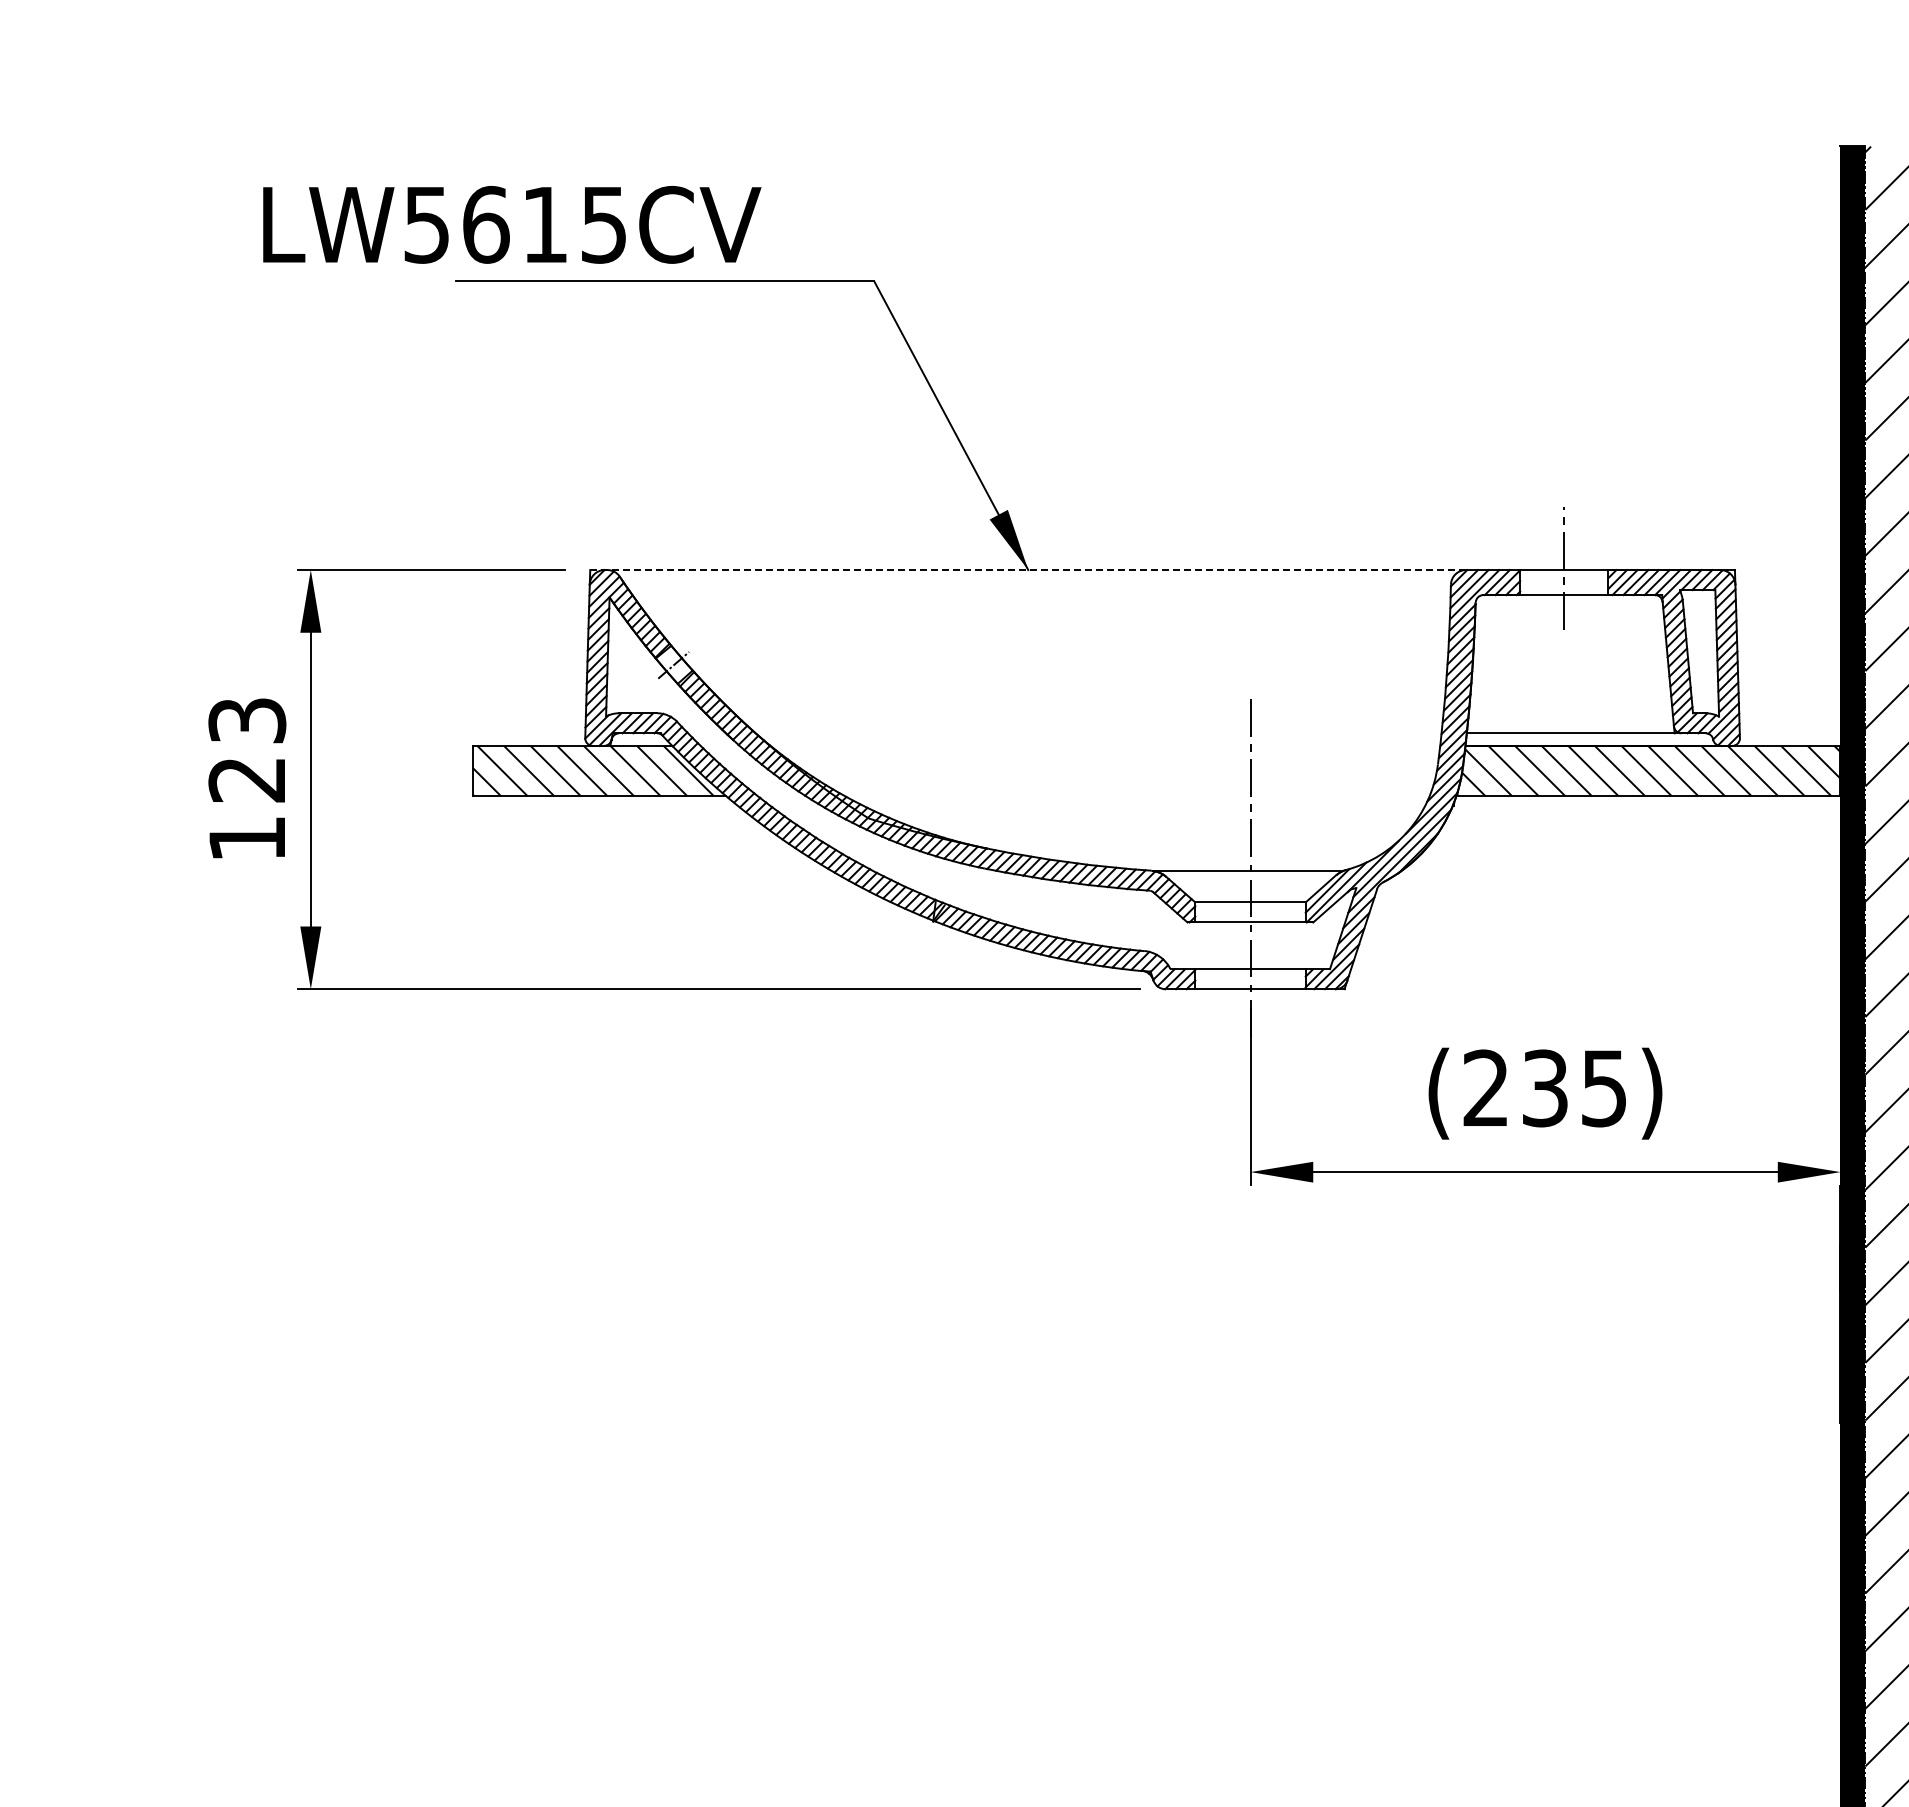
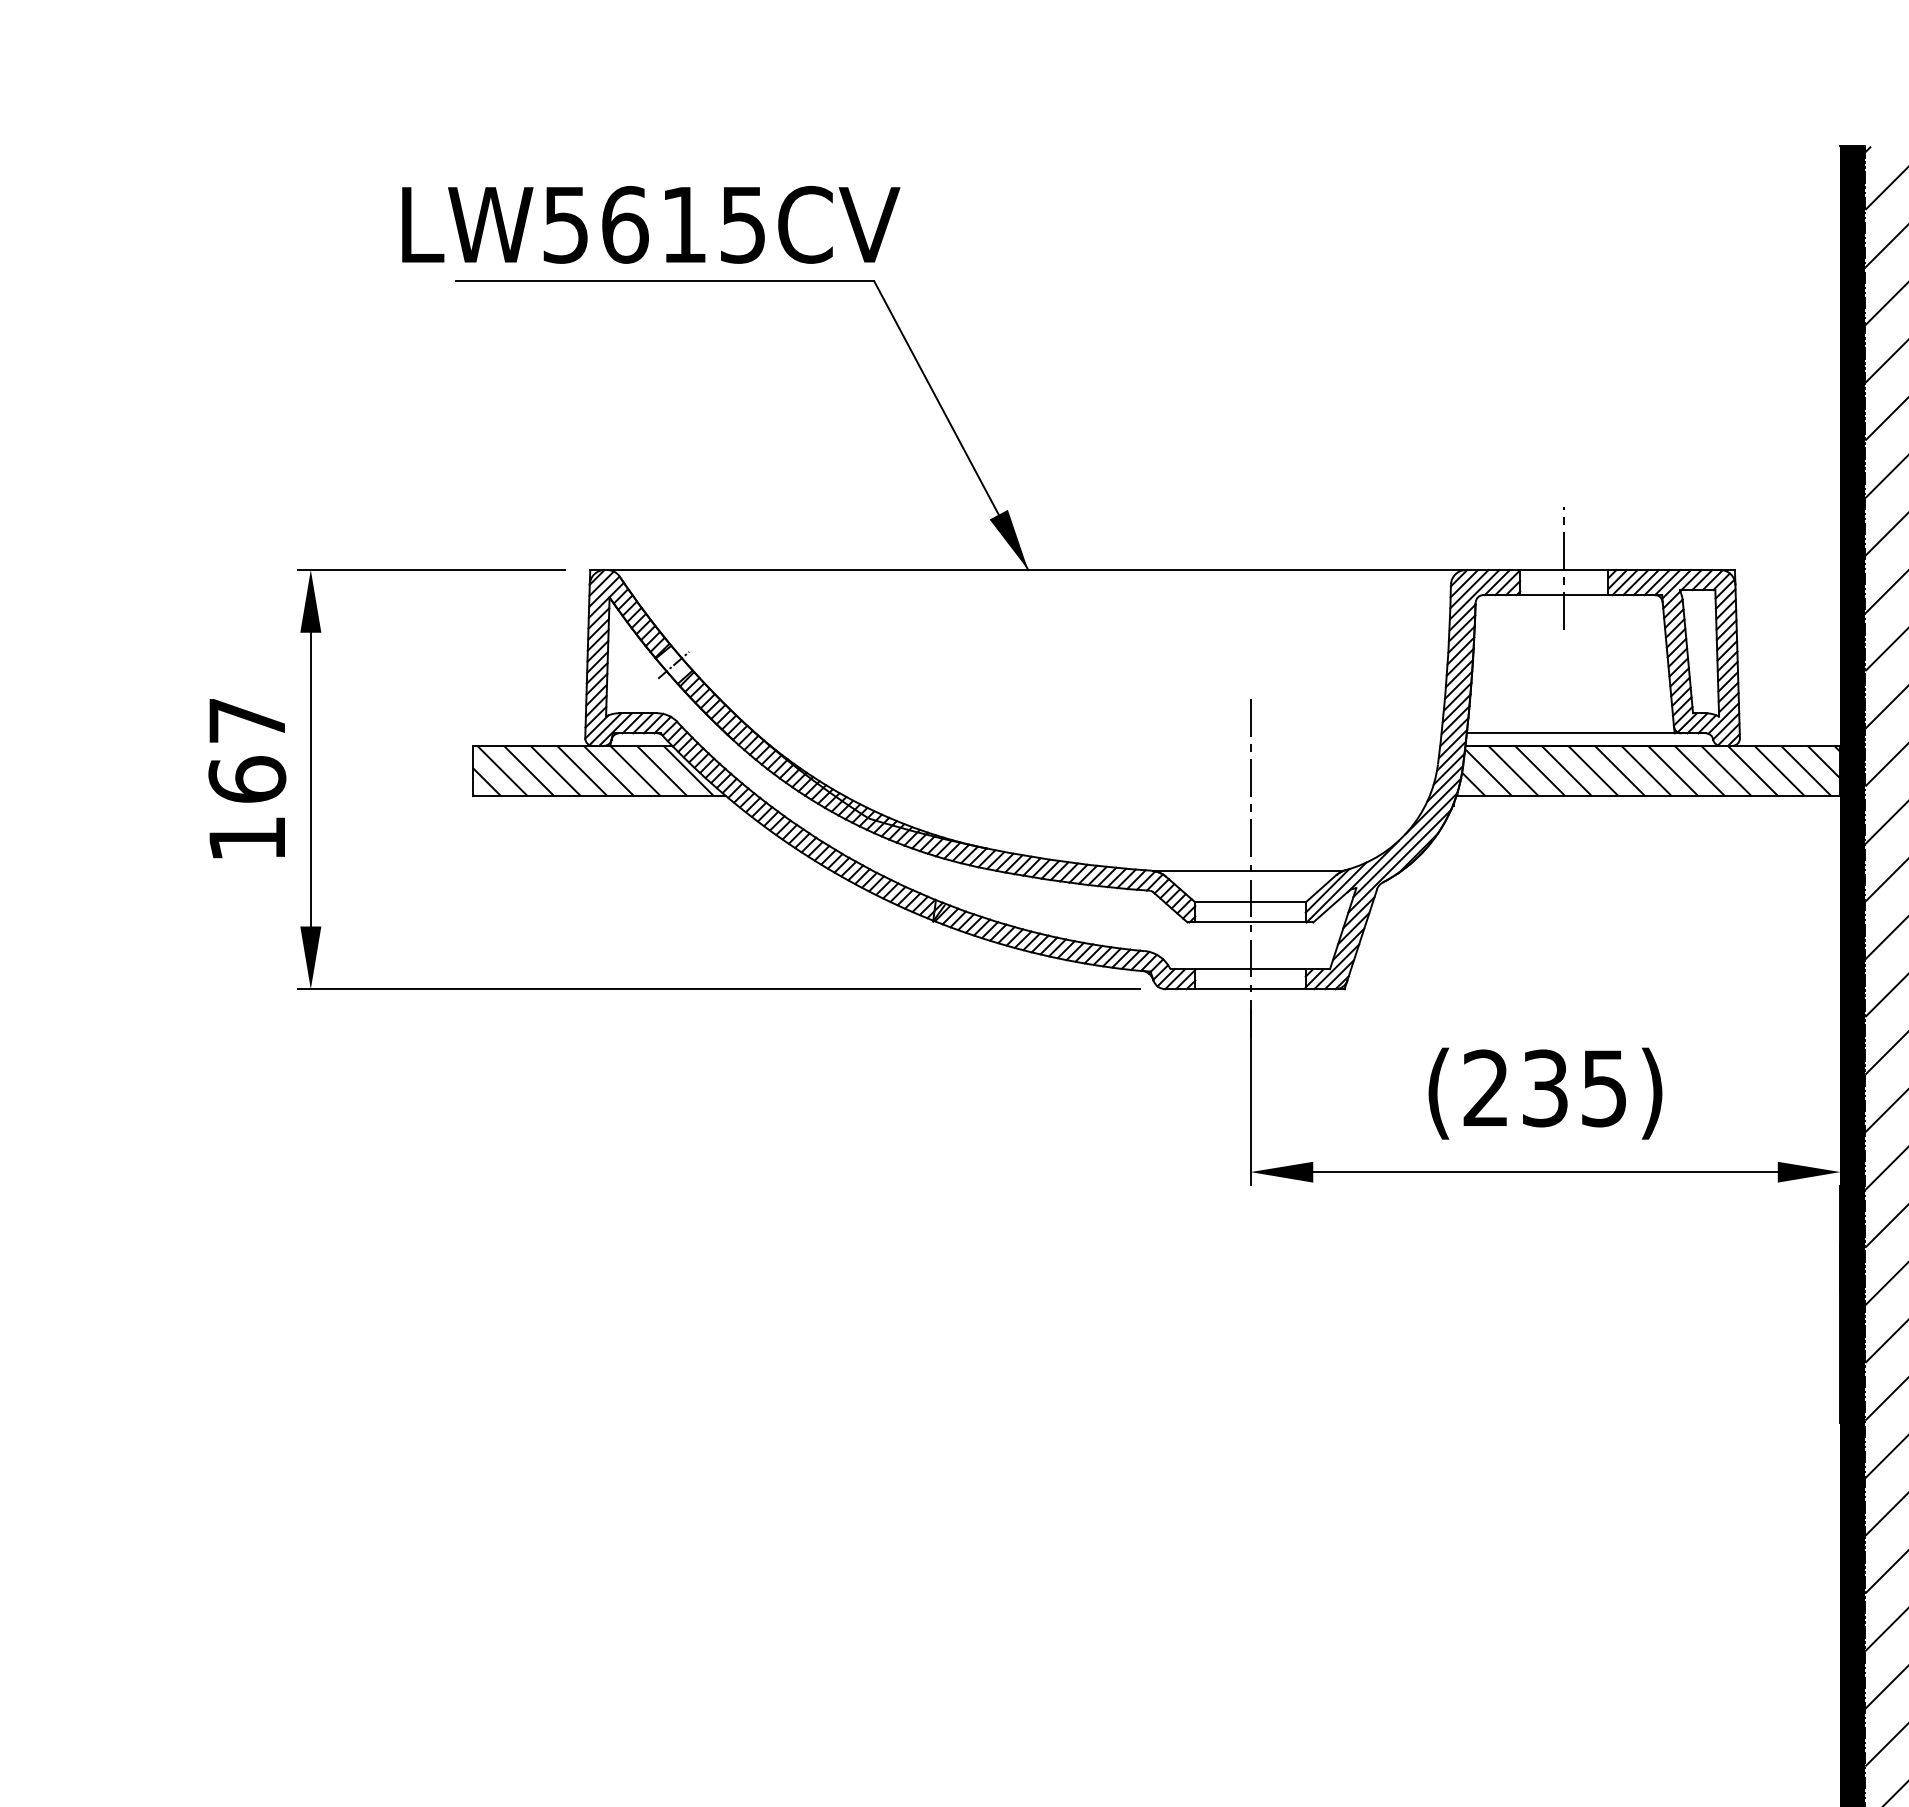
text at (512, 224) position: (512, 224) -> (651, 224)
line at (1028, 570): dashed -> solid
text at (247, 750): 123 -> 167
